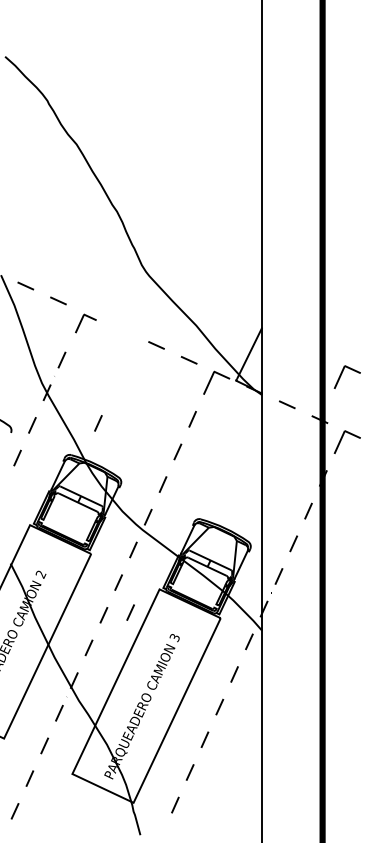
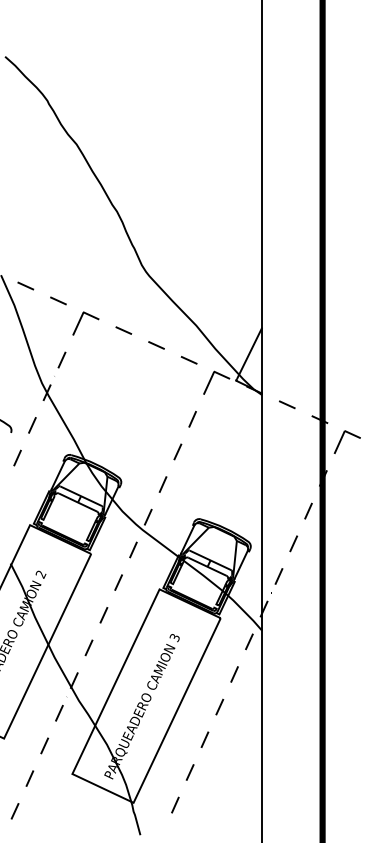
part at (85, 323) size: 22x21 px -> 28x25 px
line at (123, 330): none -> present
part at (346, 376): present -> none
line at (98, 423): present -> none
line at (130, 612): present -> none
